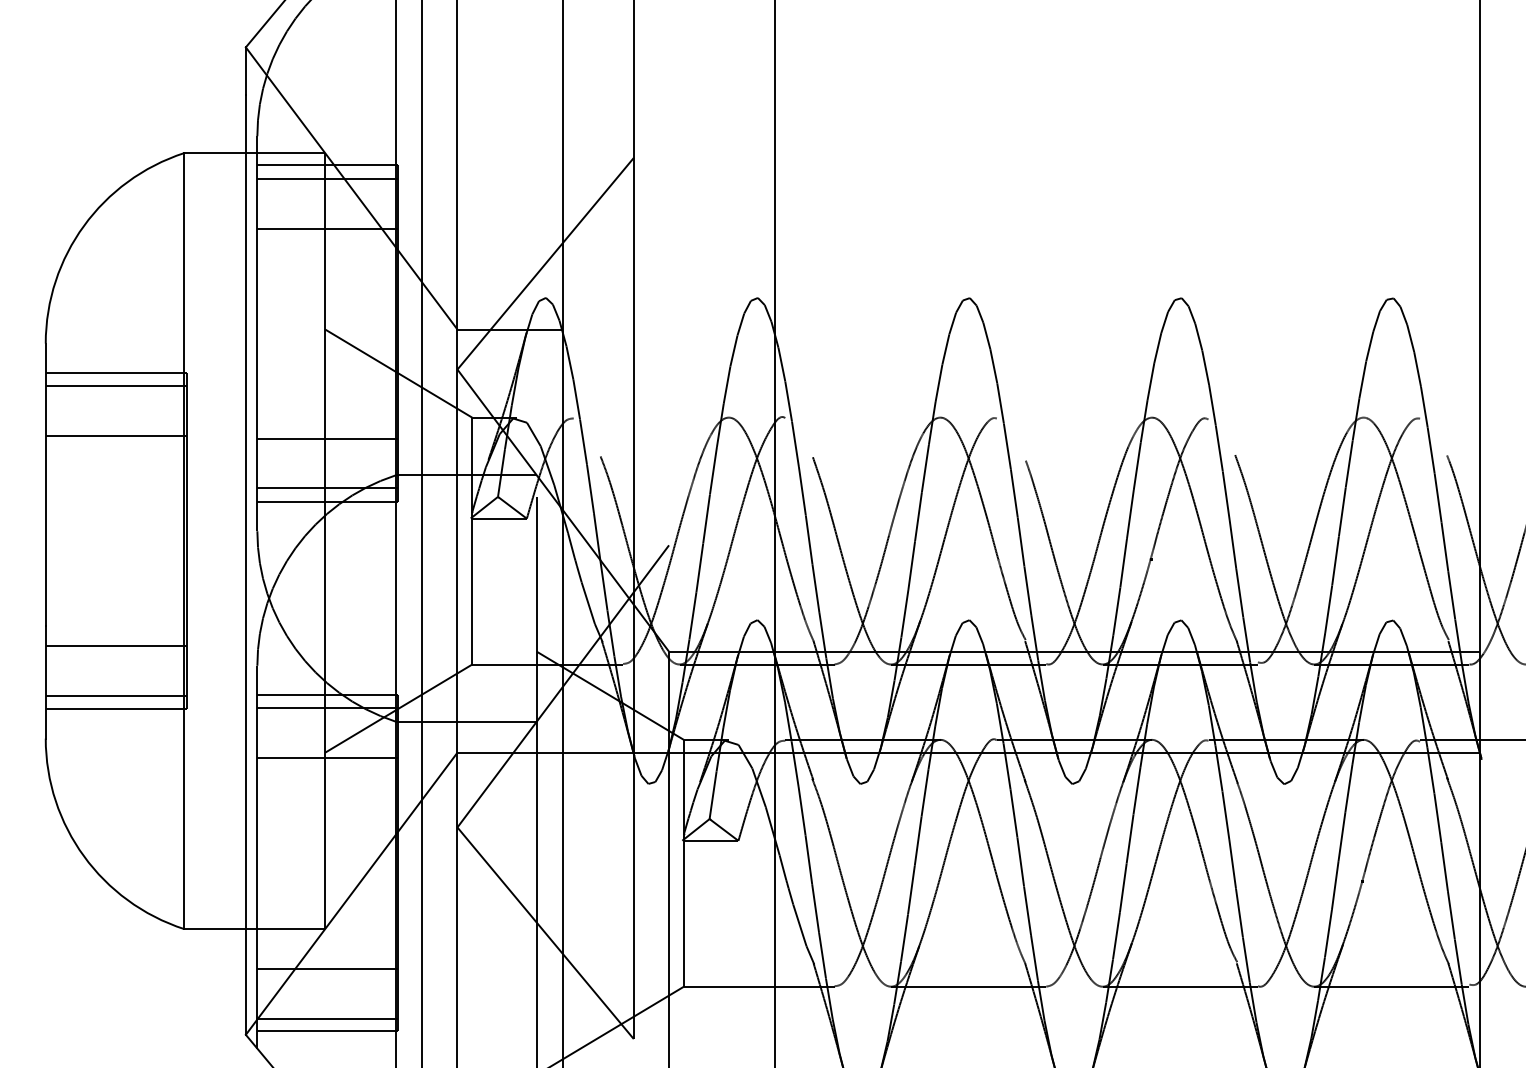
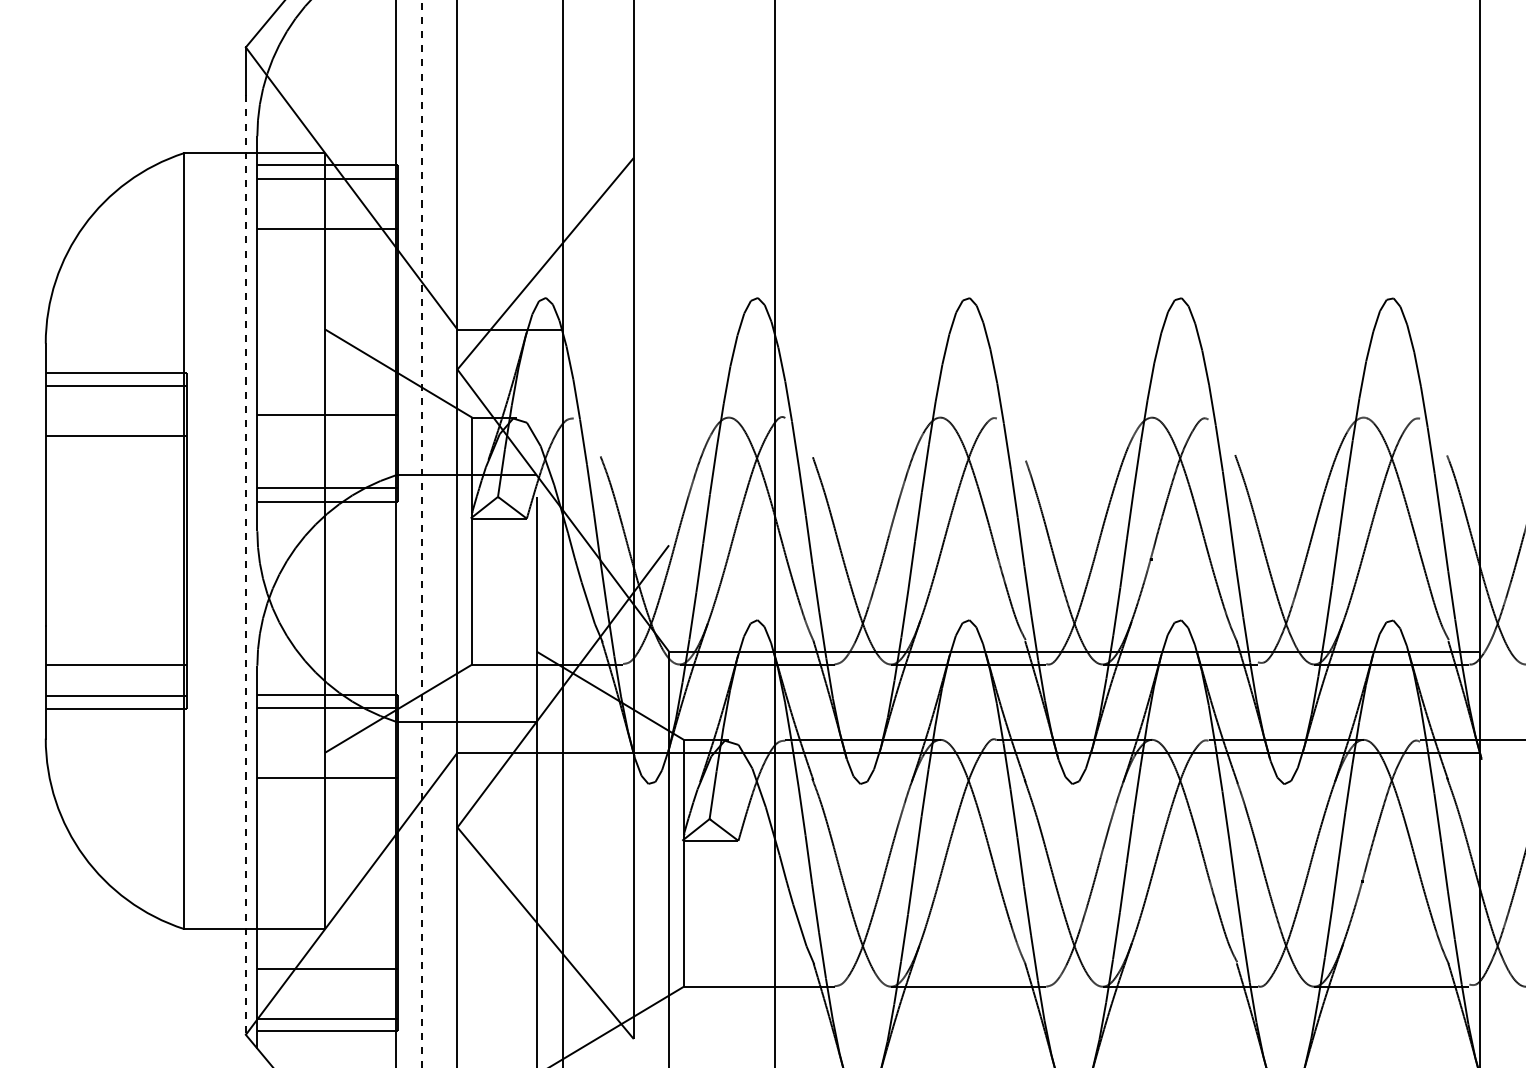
line at (327, 438) position: (327, 438) -> (327, 414)
line at (422, 533): solid -> dashed
line at (245, 565): solid -> dashed
line at (115, 646) position: (115, 646) -> (115, 665)
line at (327, 757) position: (327, 757) -> (327, 777)
